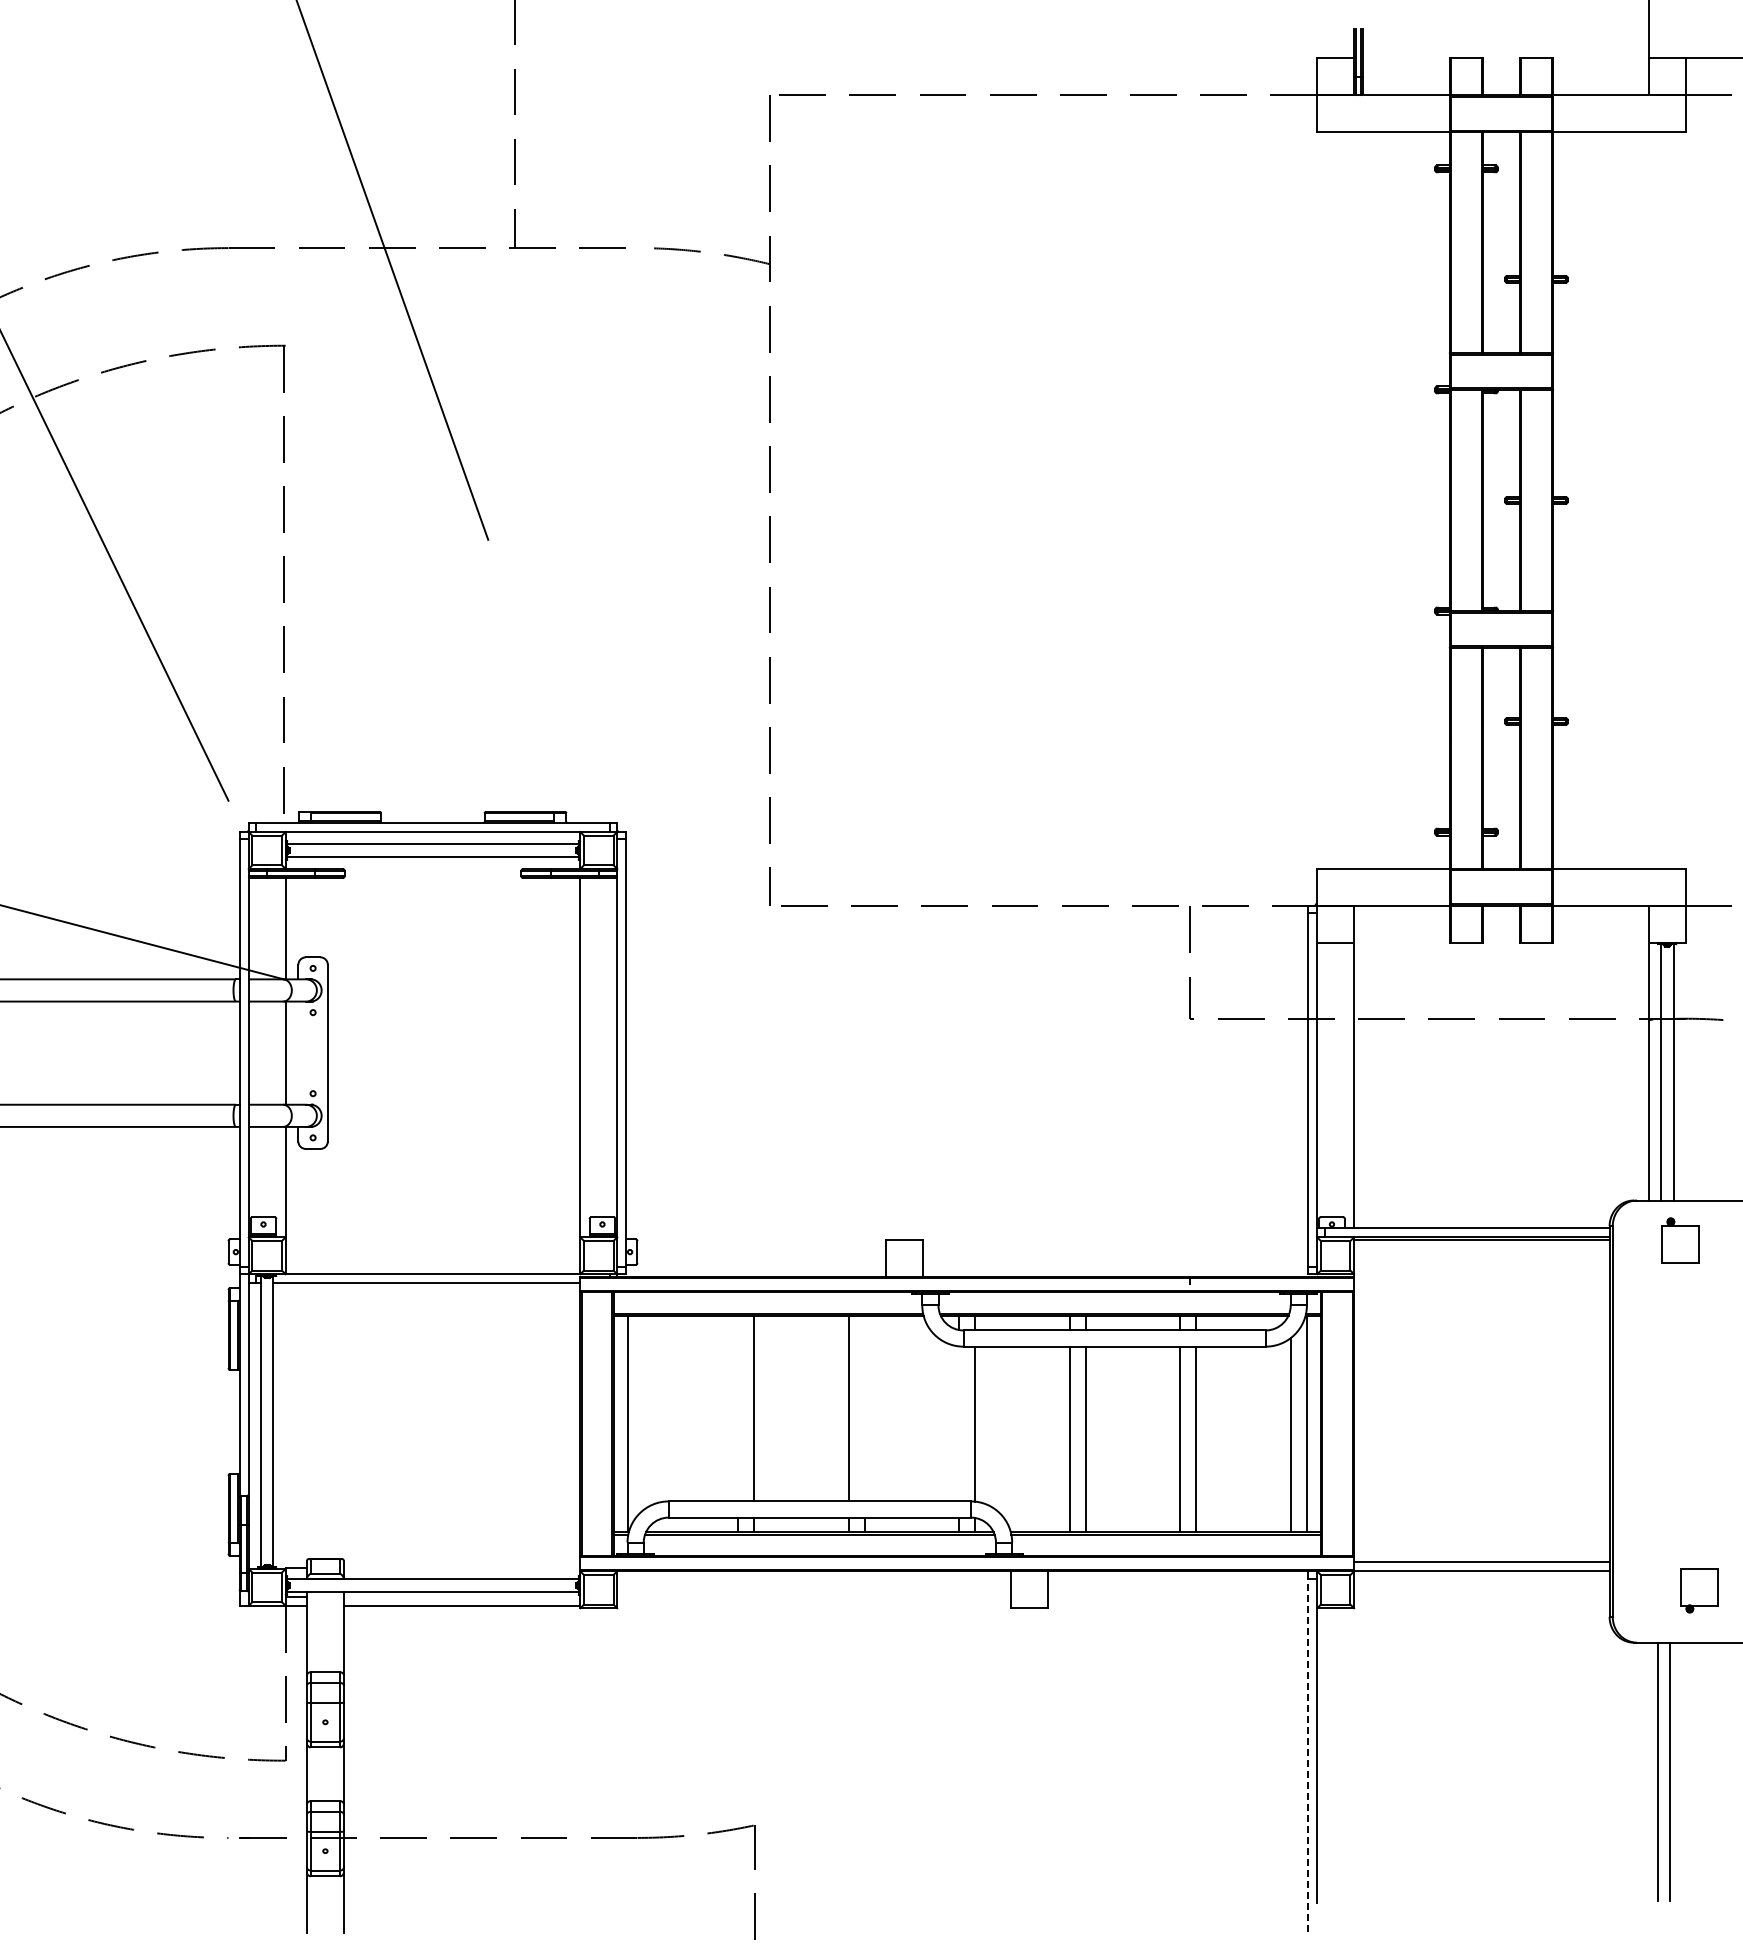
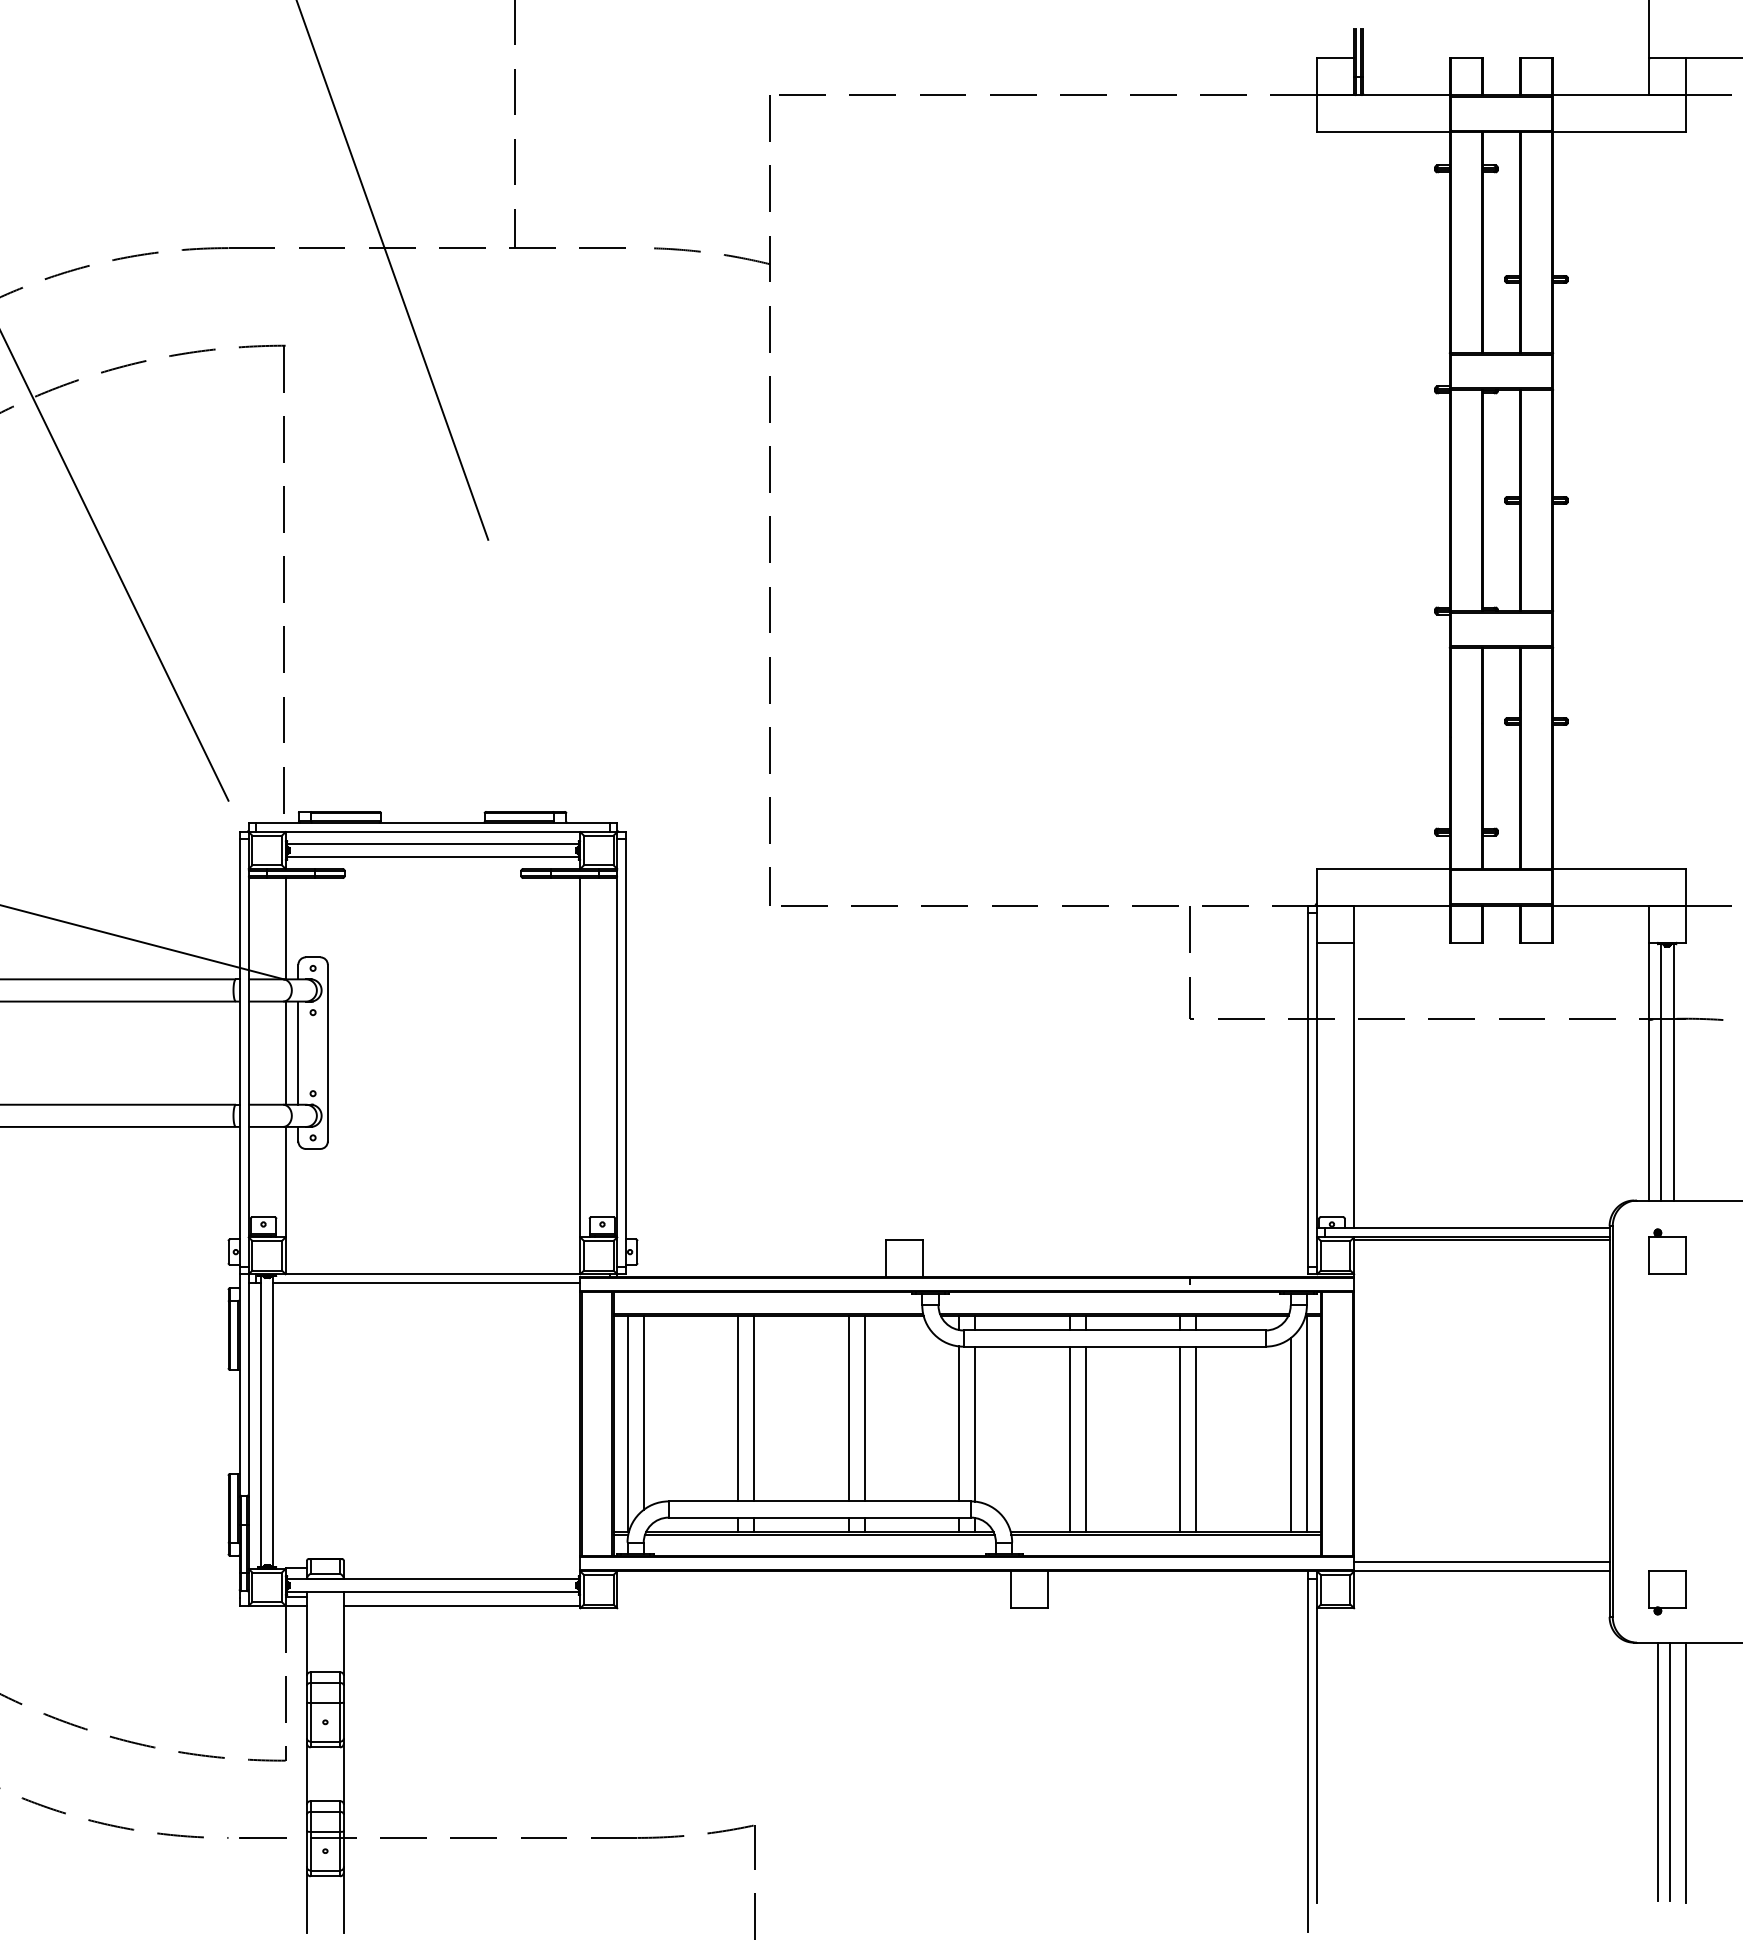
line at (298, 1052): none -> present
part at (1680, 1240) position: (1680, 1240) -> (1667, 1251)
line at (738, 1408): none -> present
line at (864, 1408): none -> present
line at (643, 1412): none -> present
line at (959, 1423): none -> present
part at (1699, 1590) position: (1699, 1590) -> (1667, 1592)
line at (1308, 1755): dashed -> solid
line at (1685, 1772): none -> present
